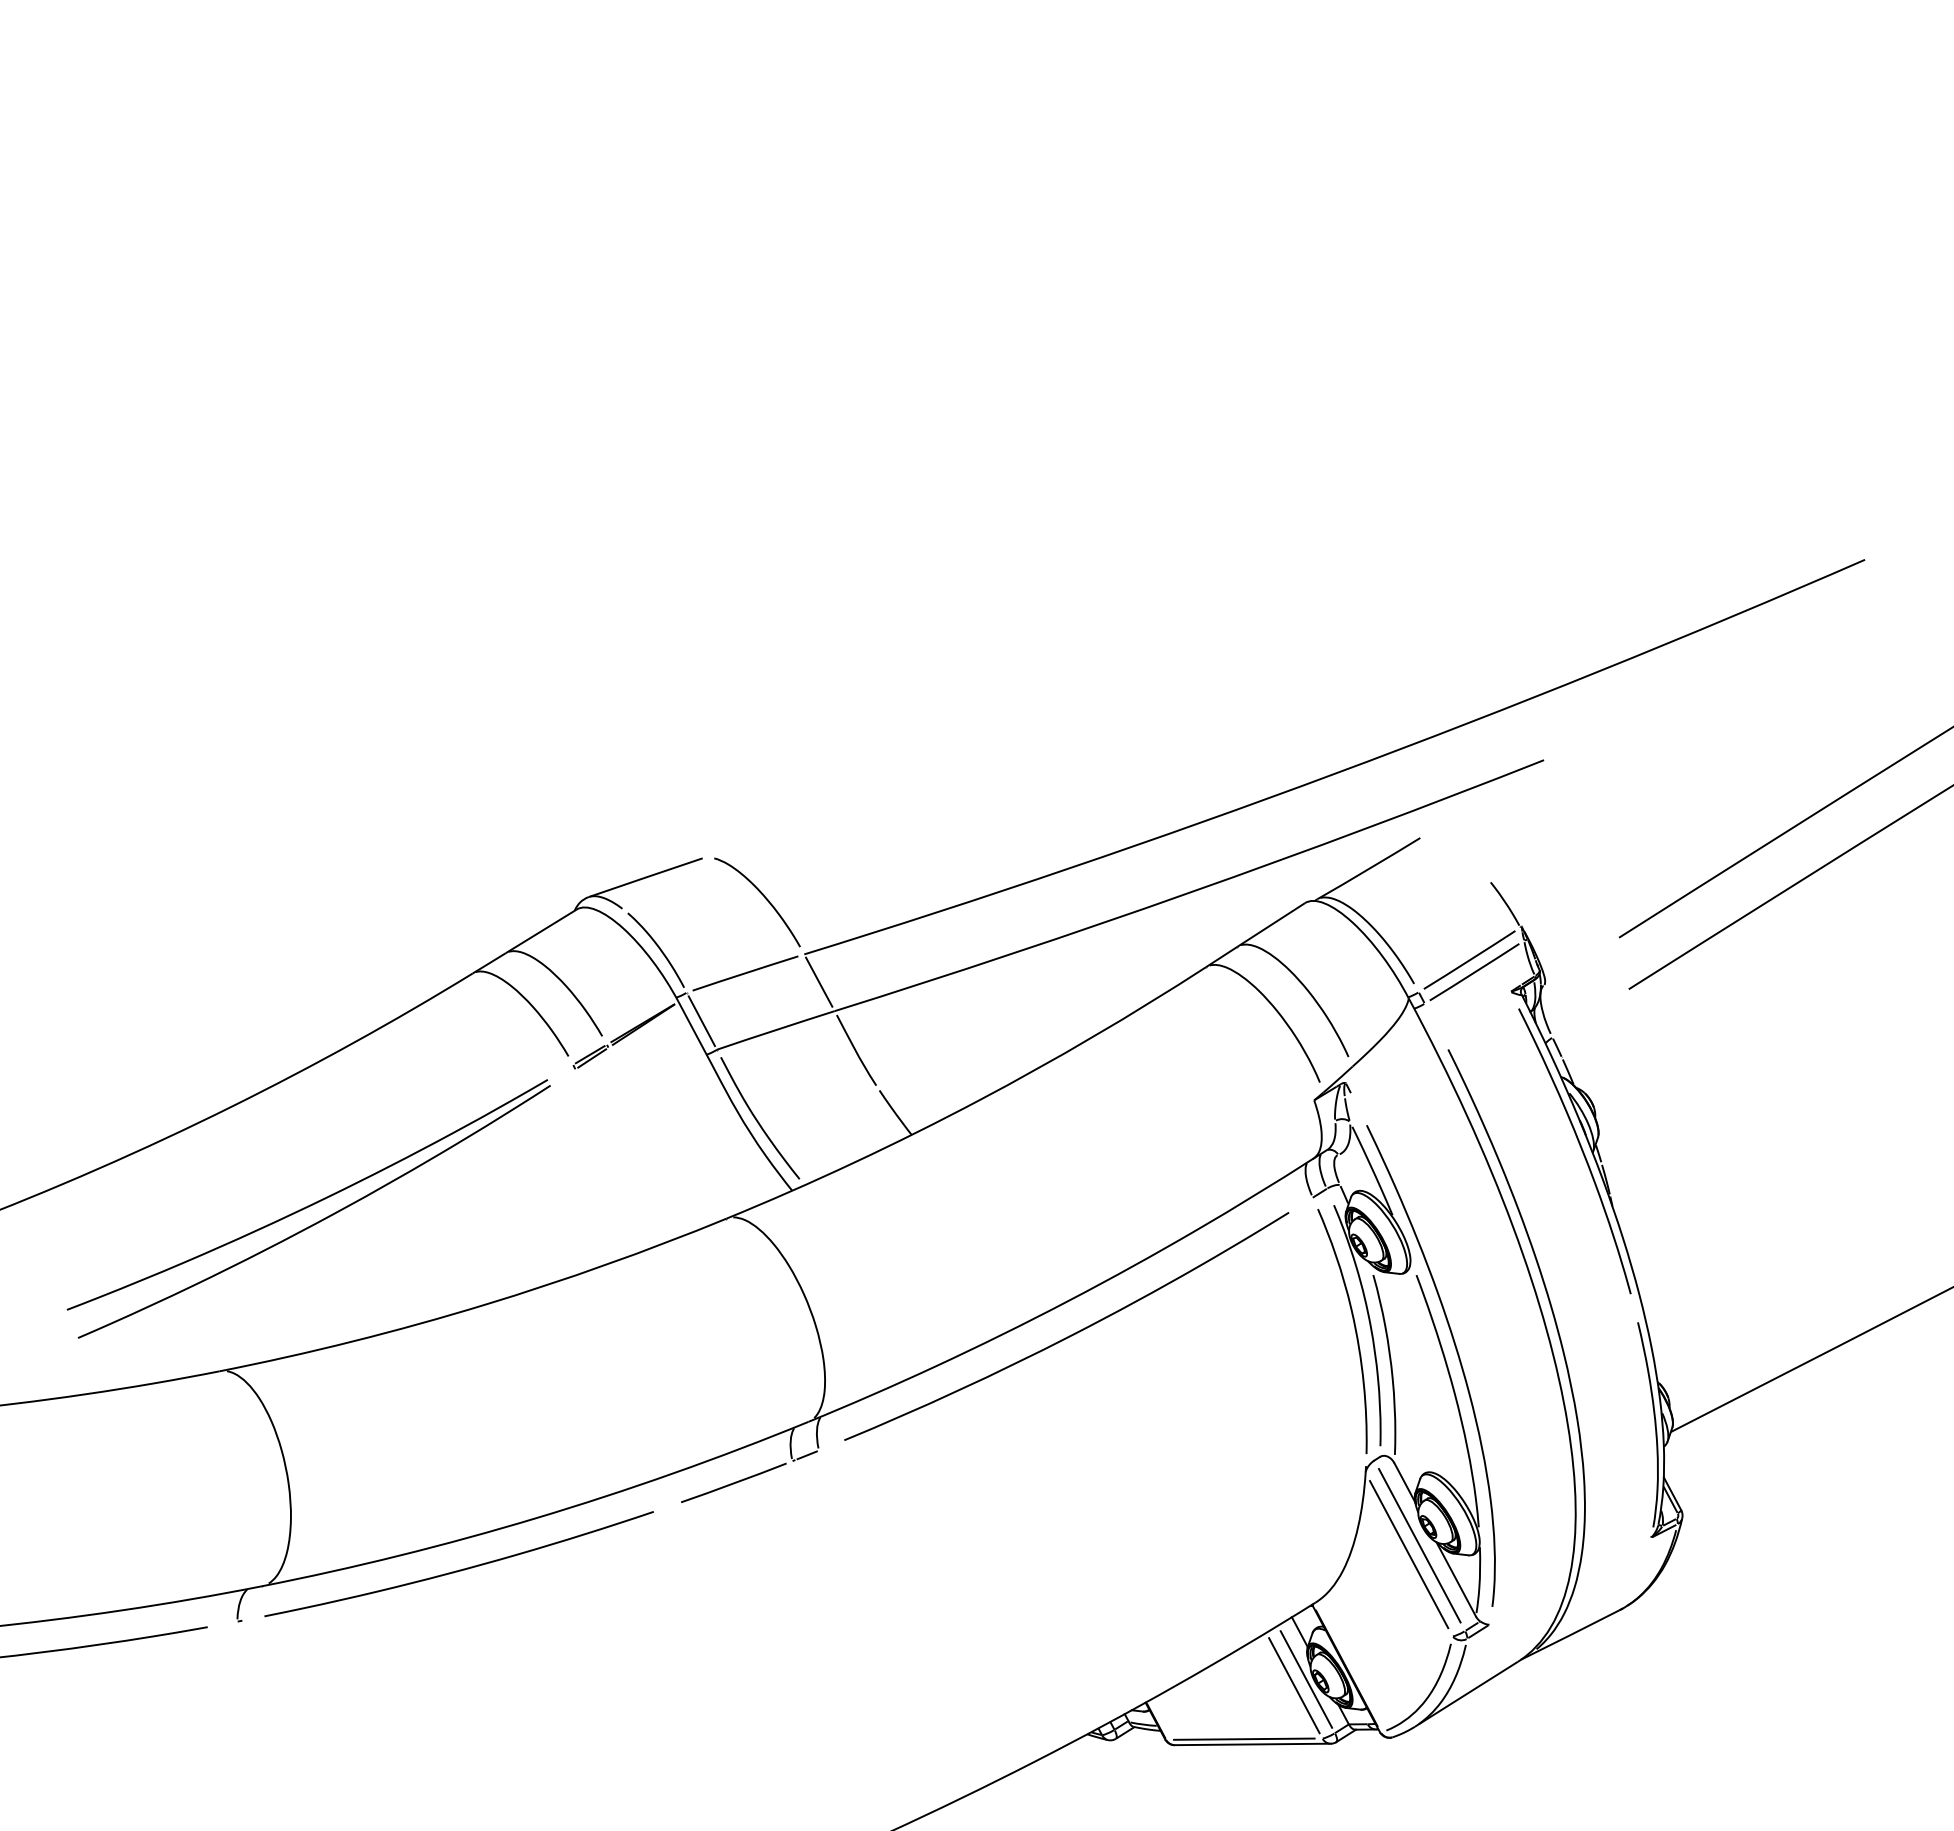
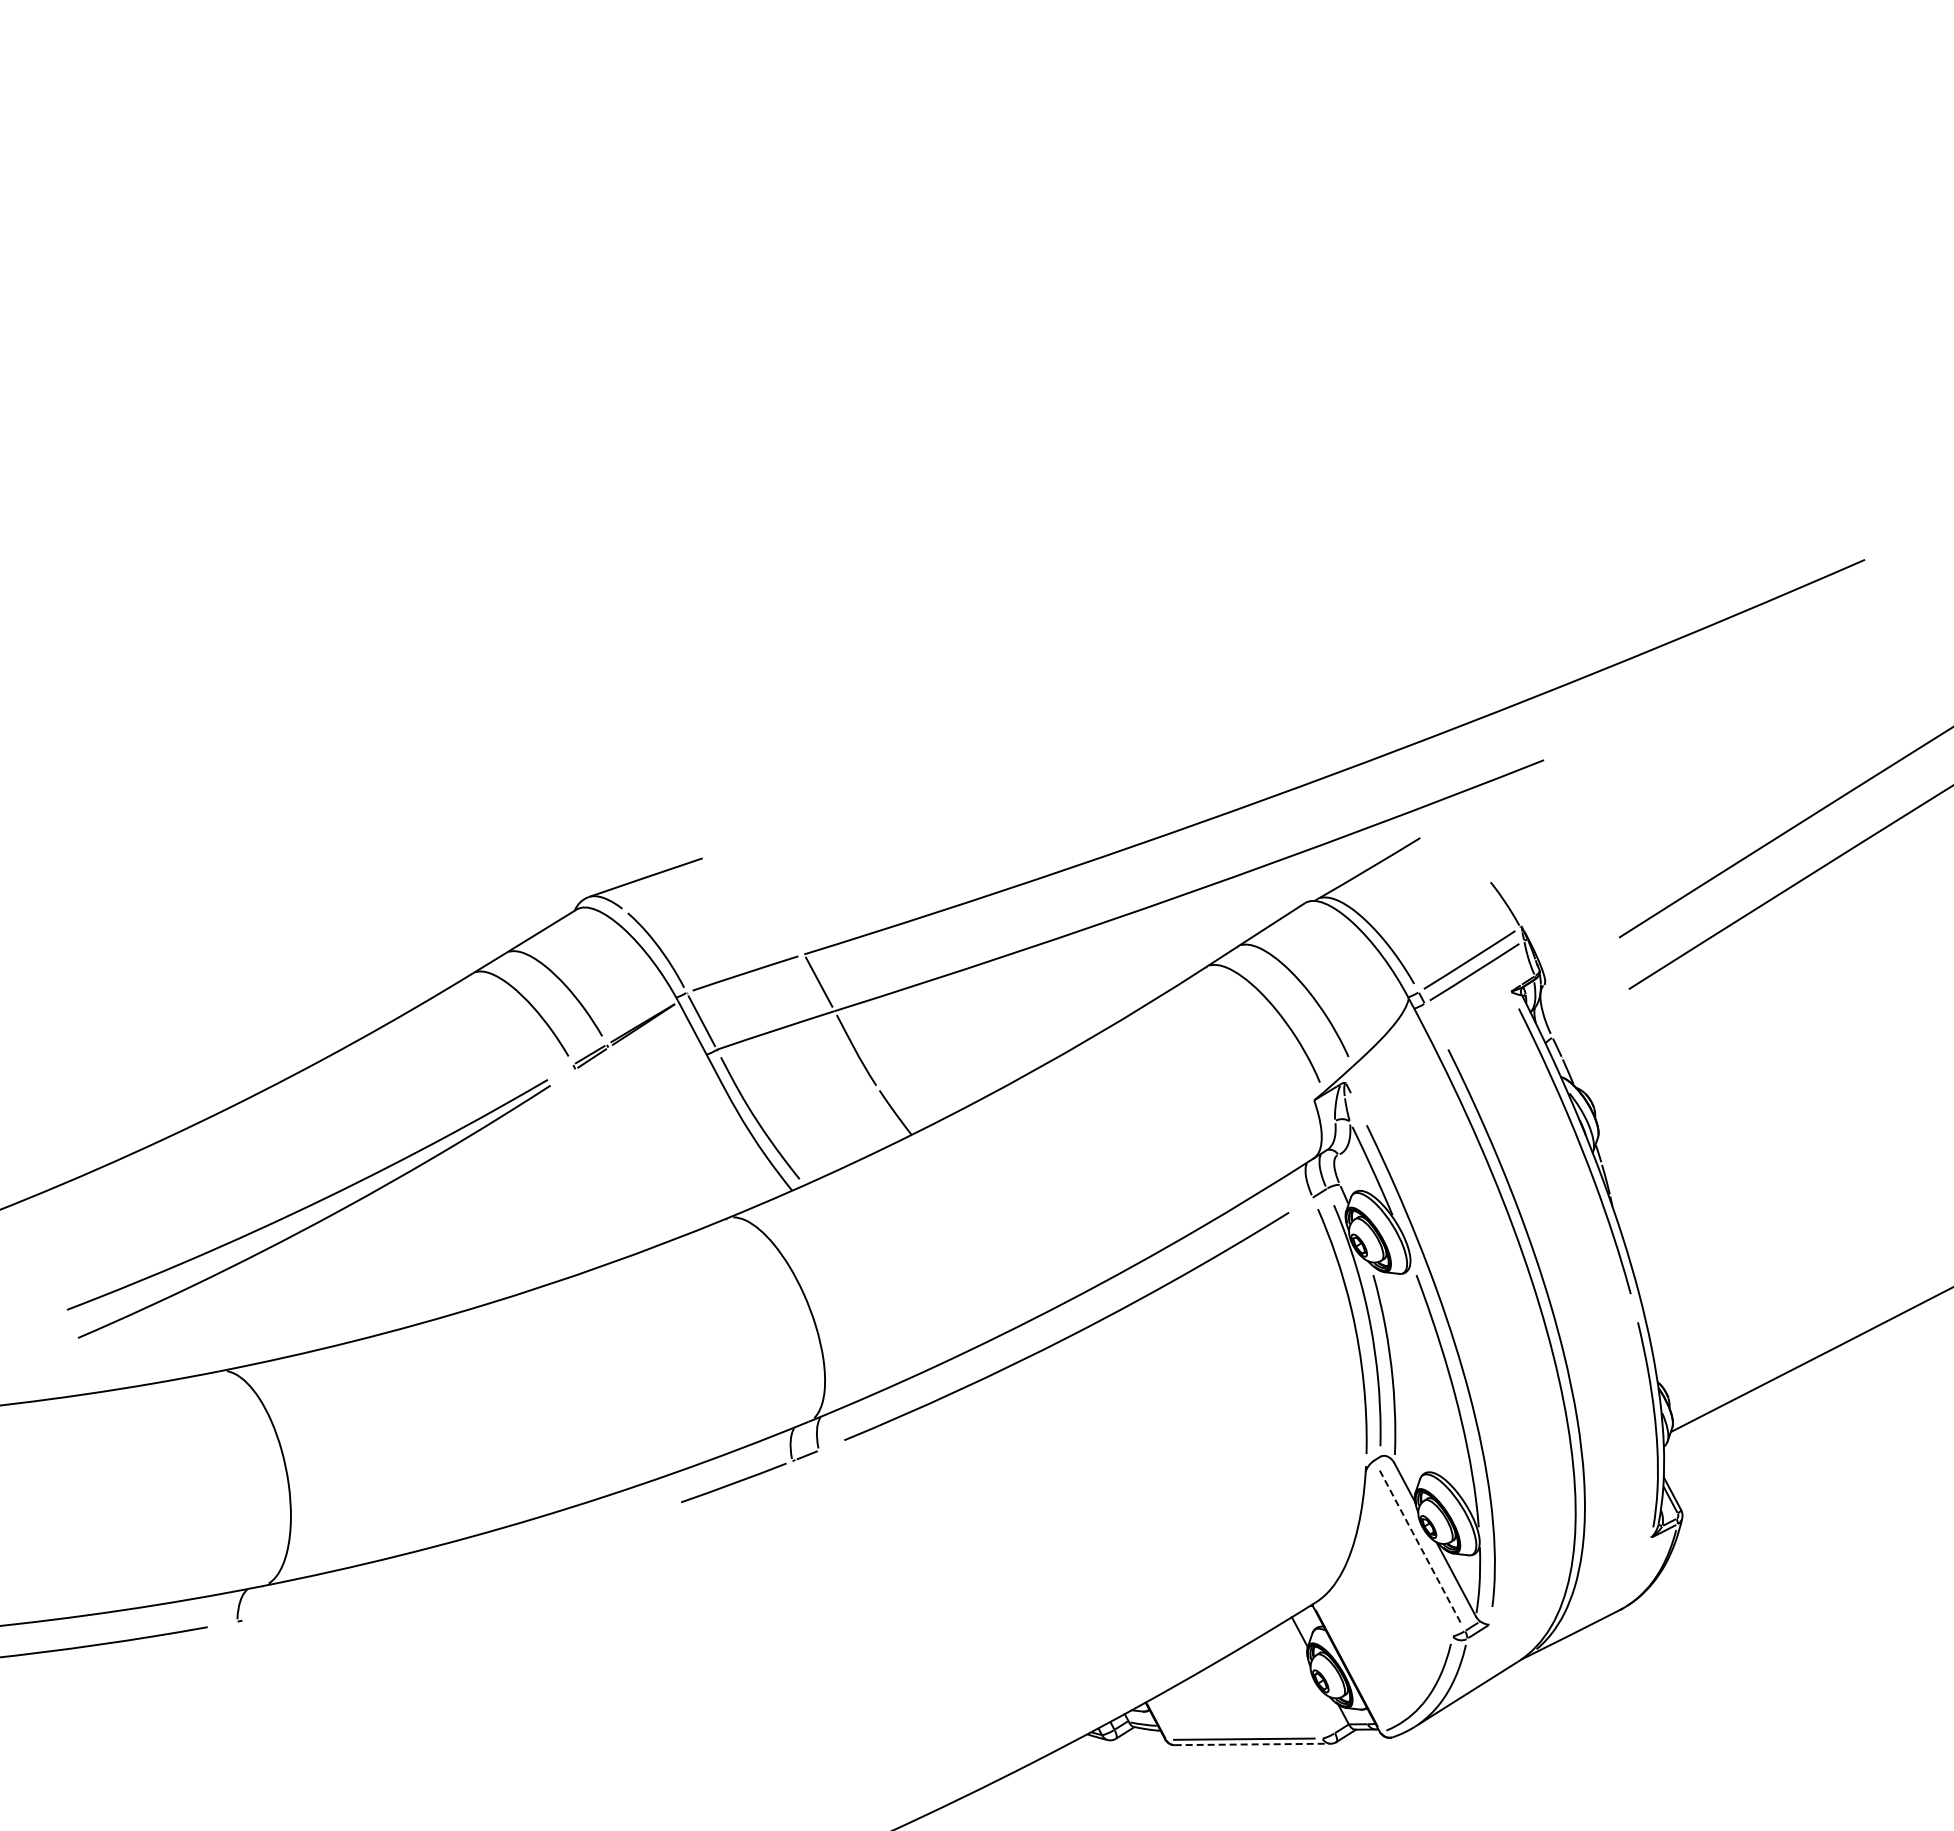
curve at (763, 896): present -> none
line at (1419, 1545): solid -> dashed
line at (1409, 1554): present -> none
curve at (459, 1569): present -> none
line at (1306, 1679): present -> none
line at (1294, 1685): present -> none
line at (1253, 1744): solid -> dashed
